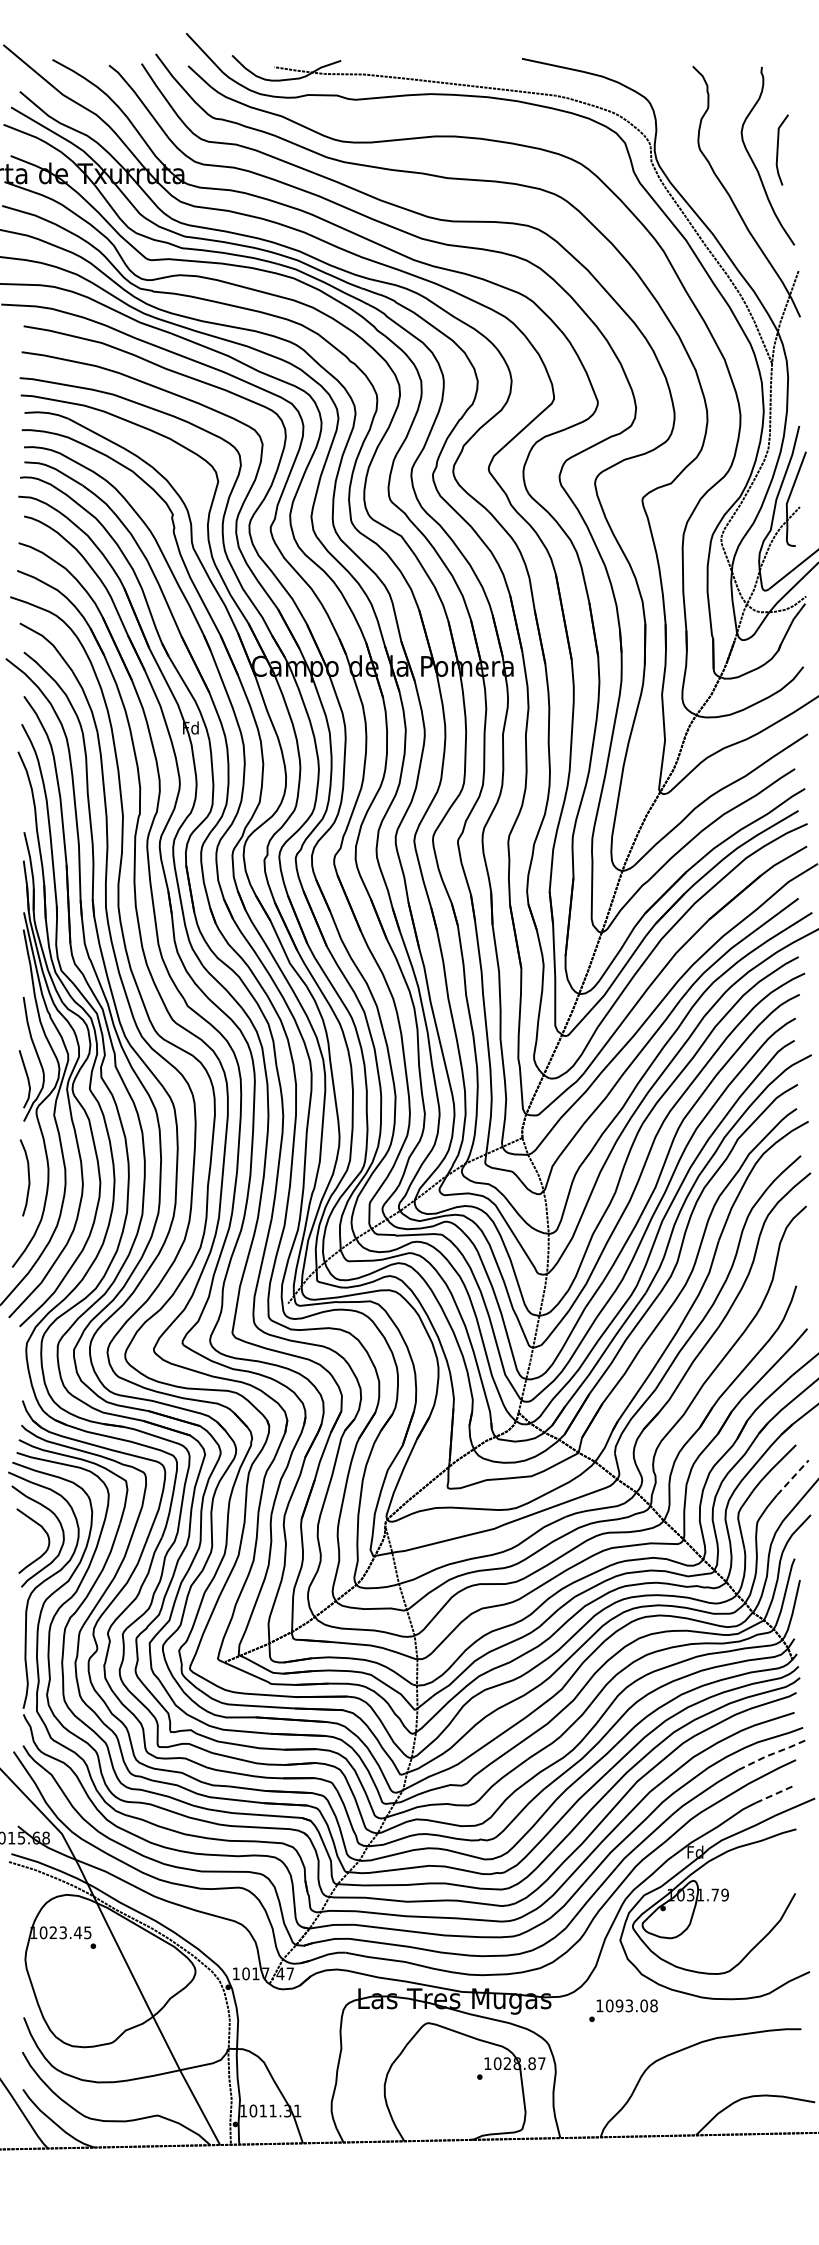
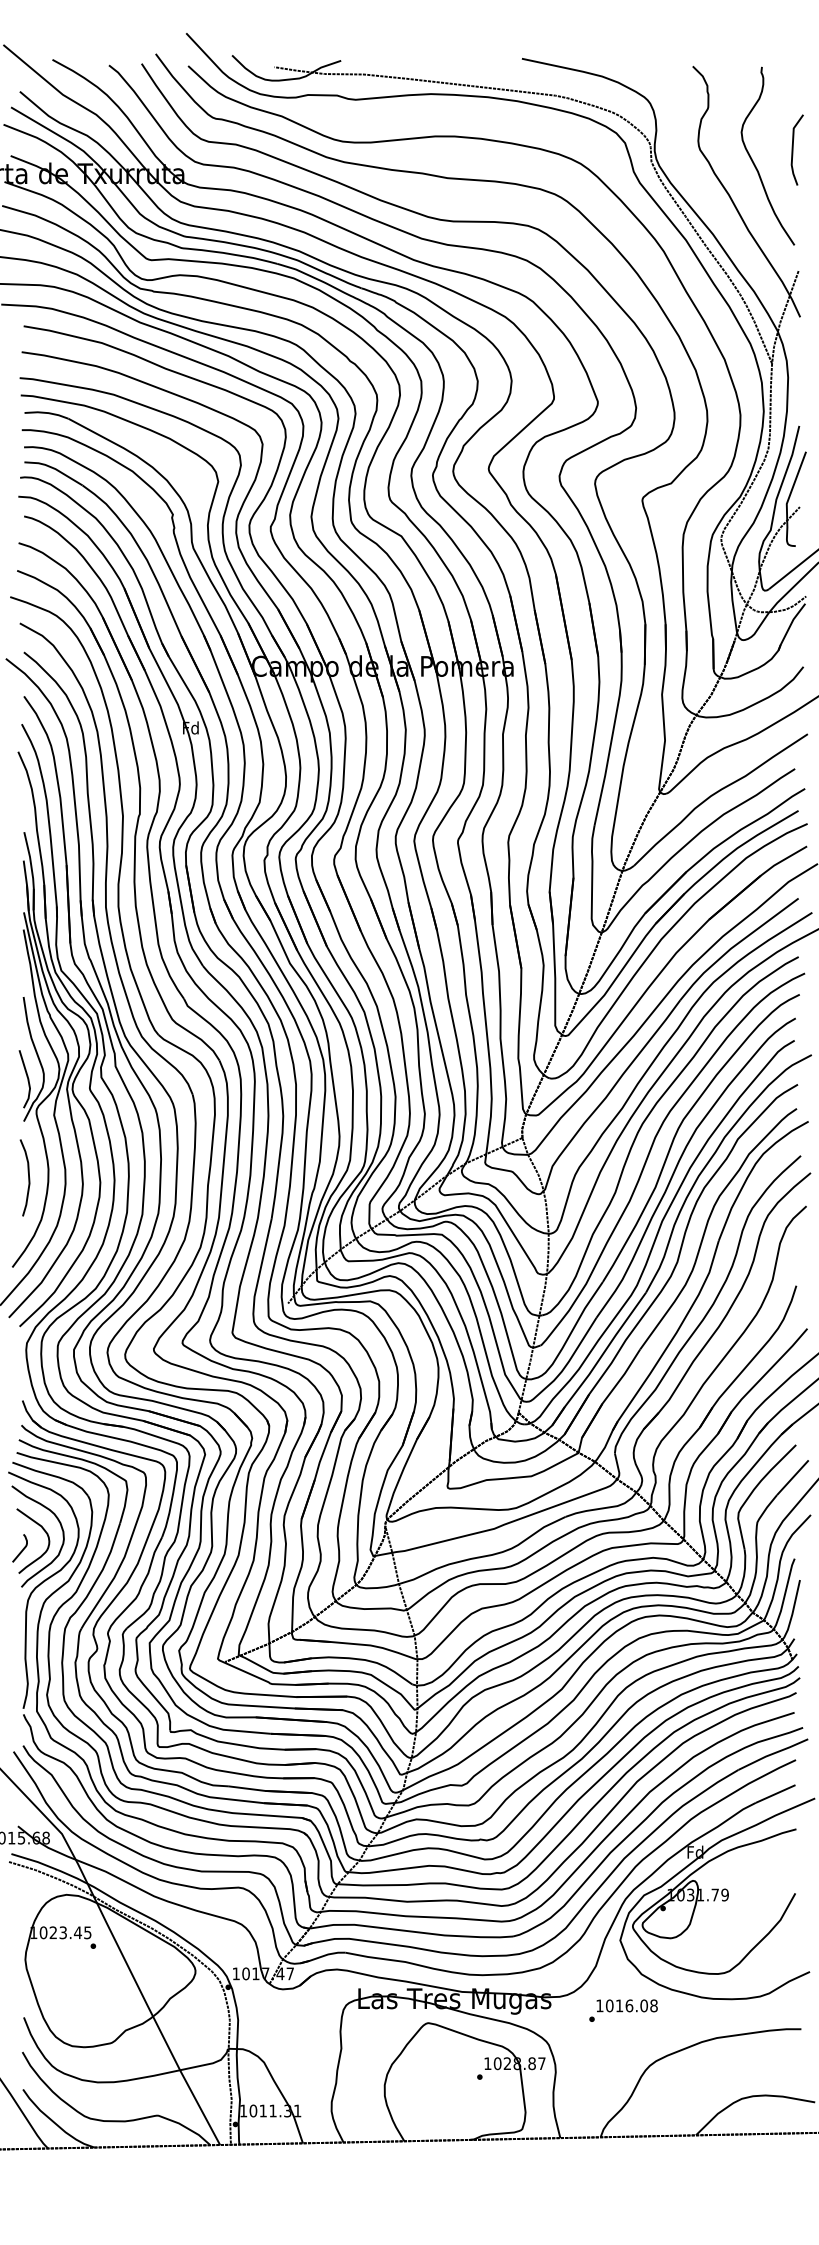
line at (778, 149) position: (778, 149) -> (793, 149)
line at (792, 1477): dashed -> solid
curve at (21, 1550): none -> present
line at (773, 1753): dashed -> solid
line at (775, 1794): dashed -> solid
text at (624, 2005): 1093.08 -> 1016.08
